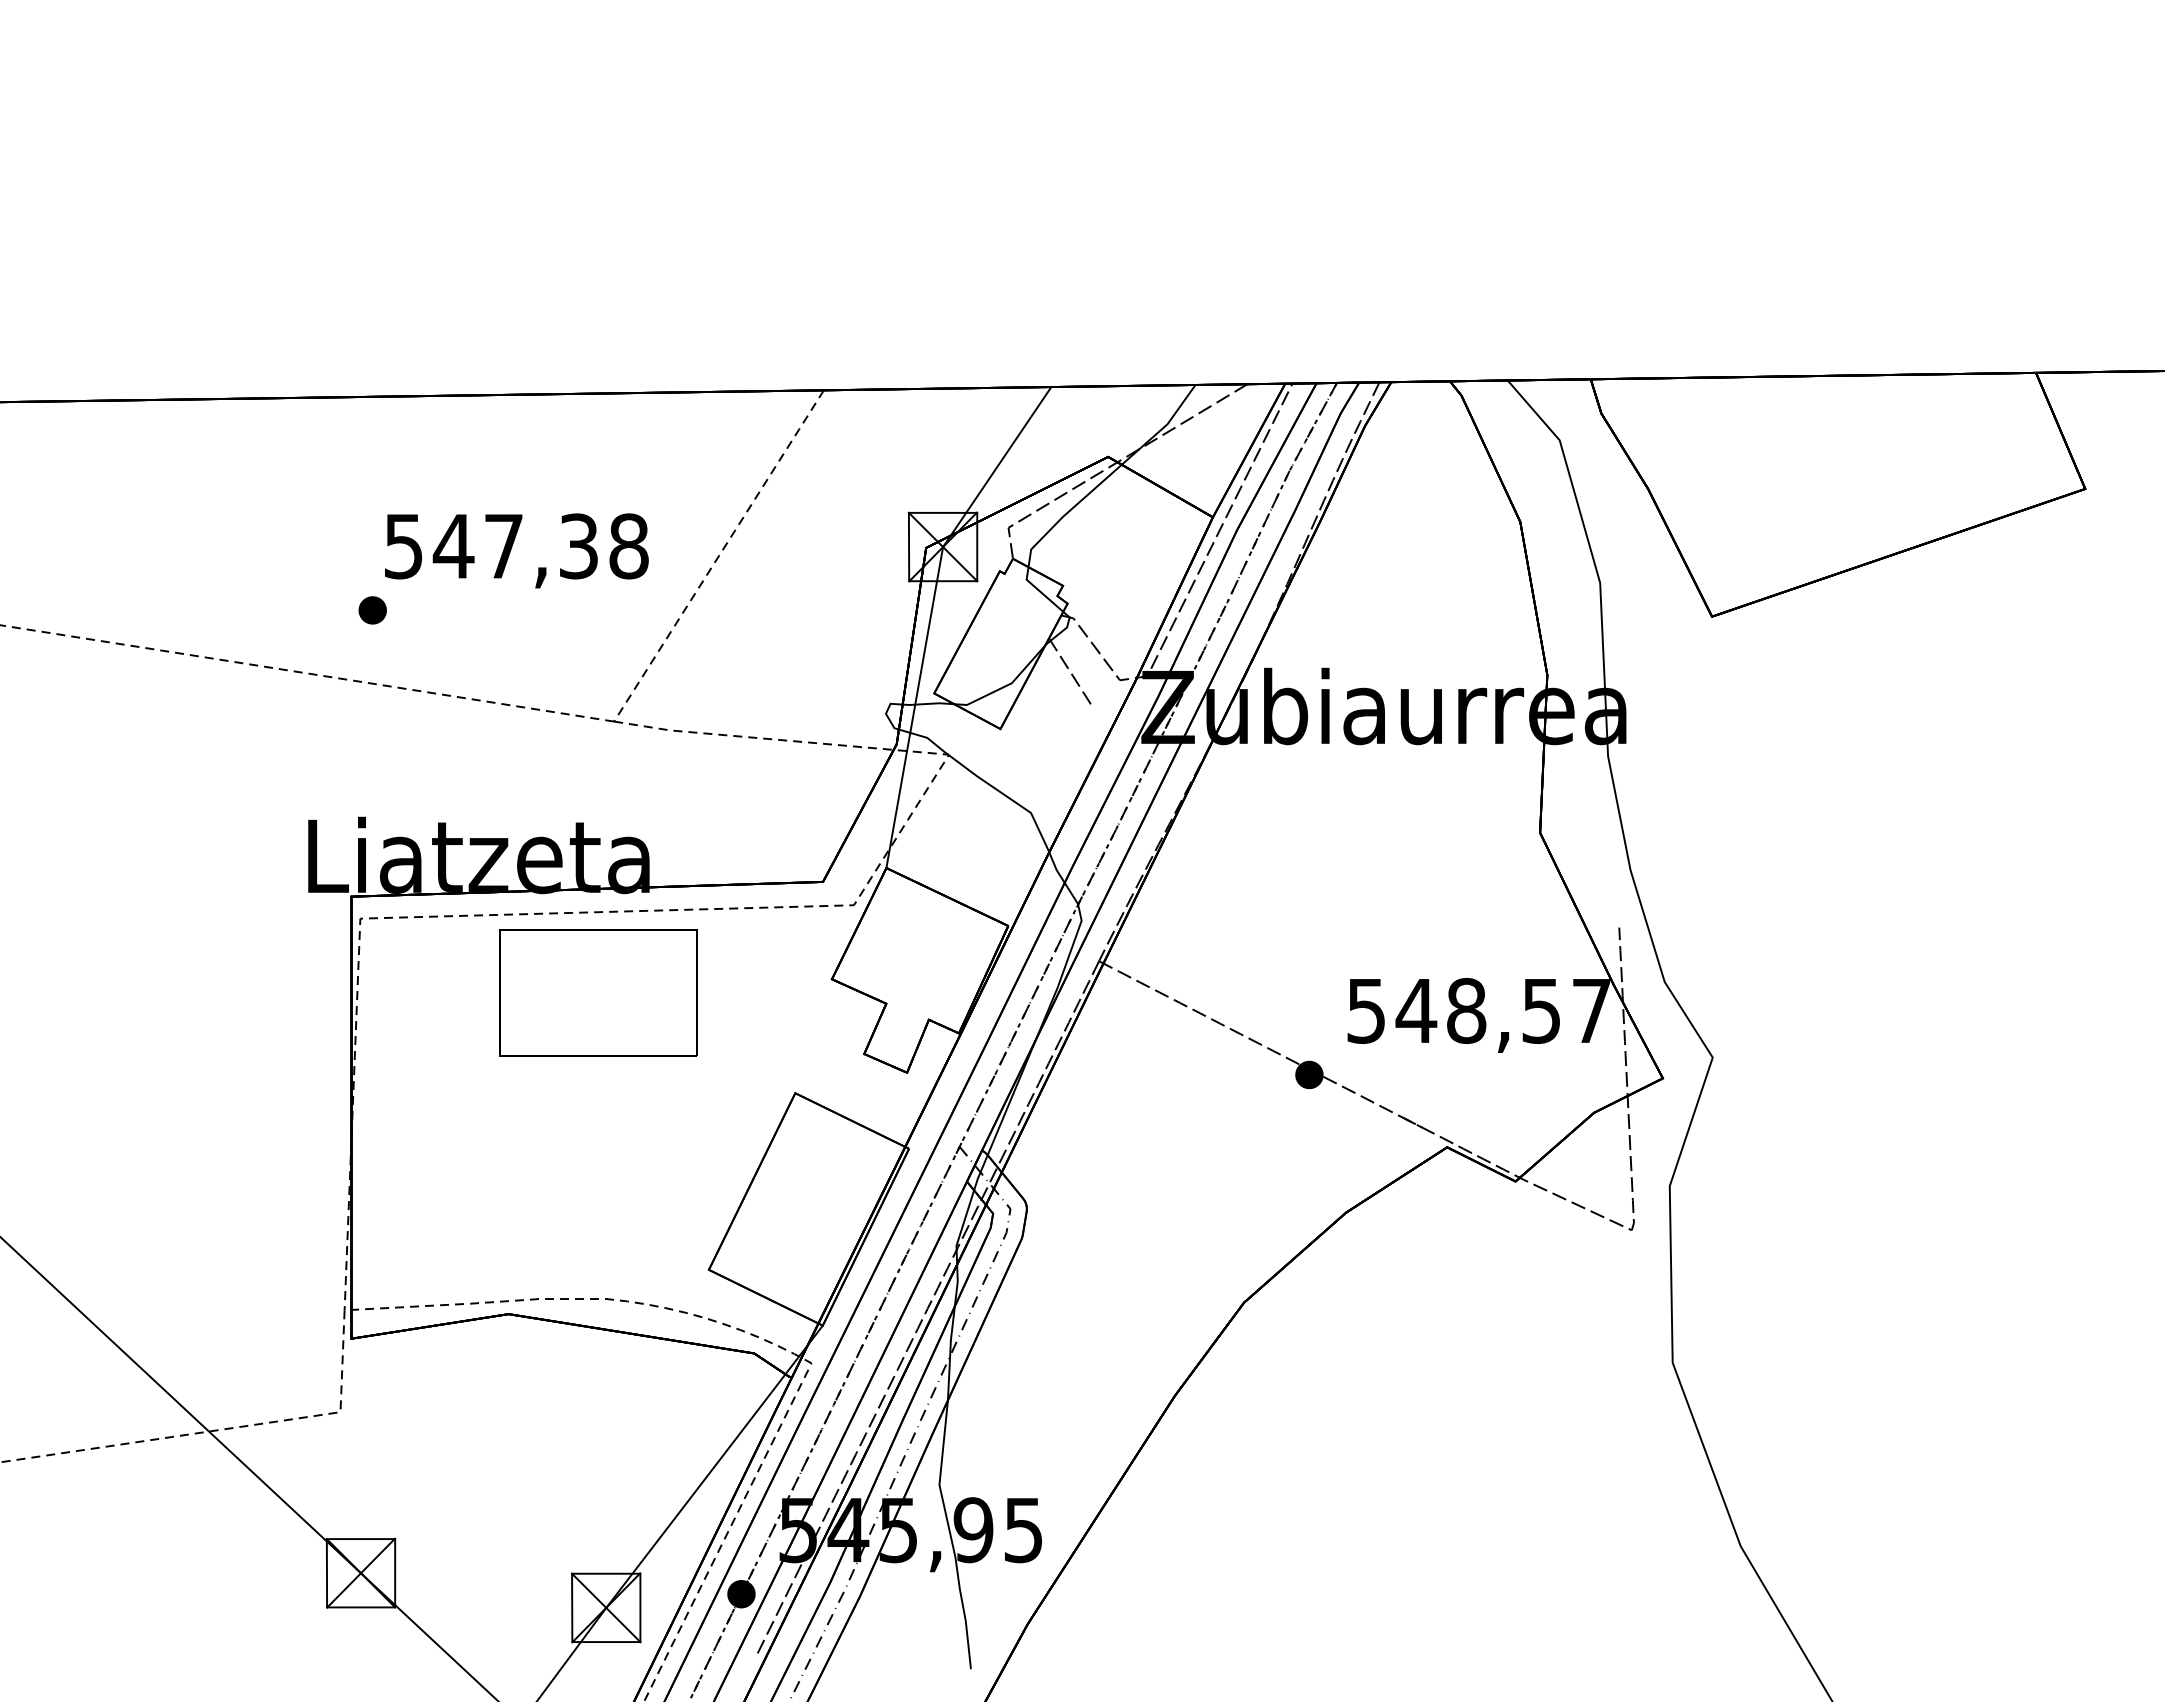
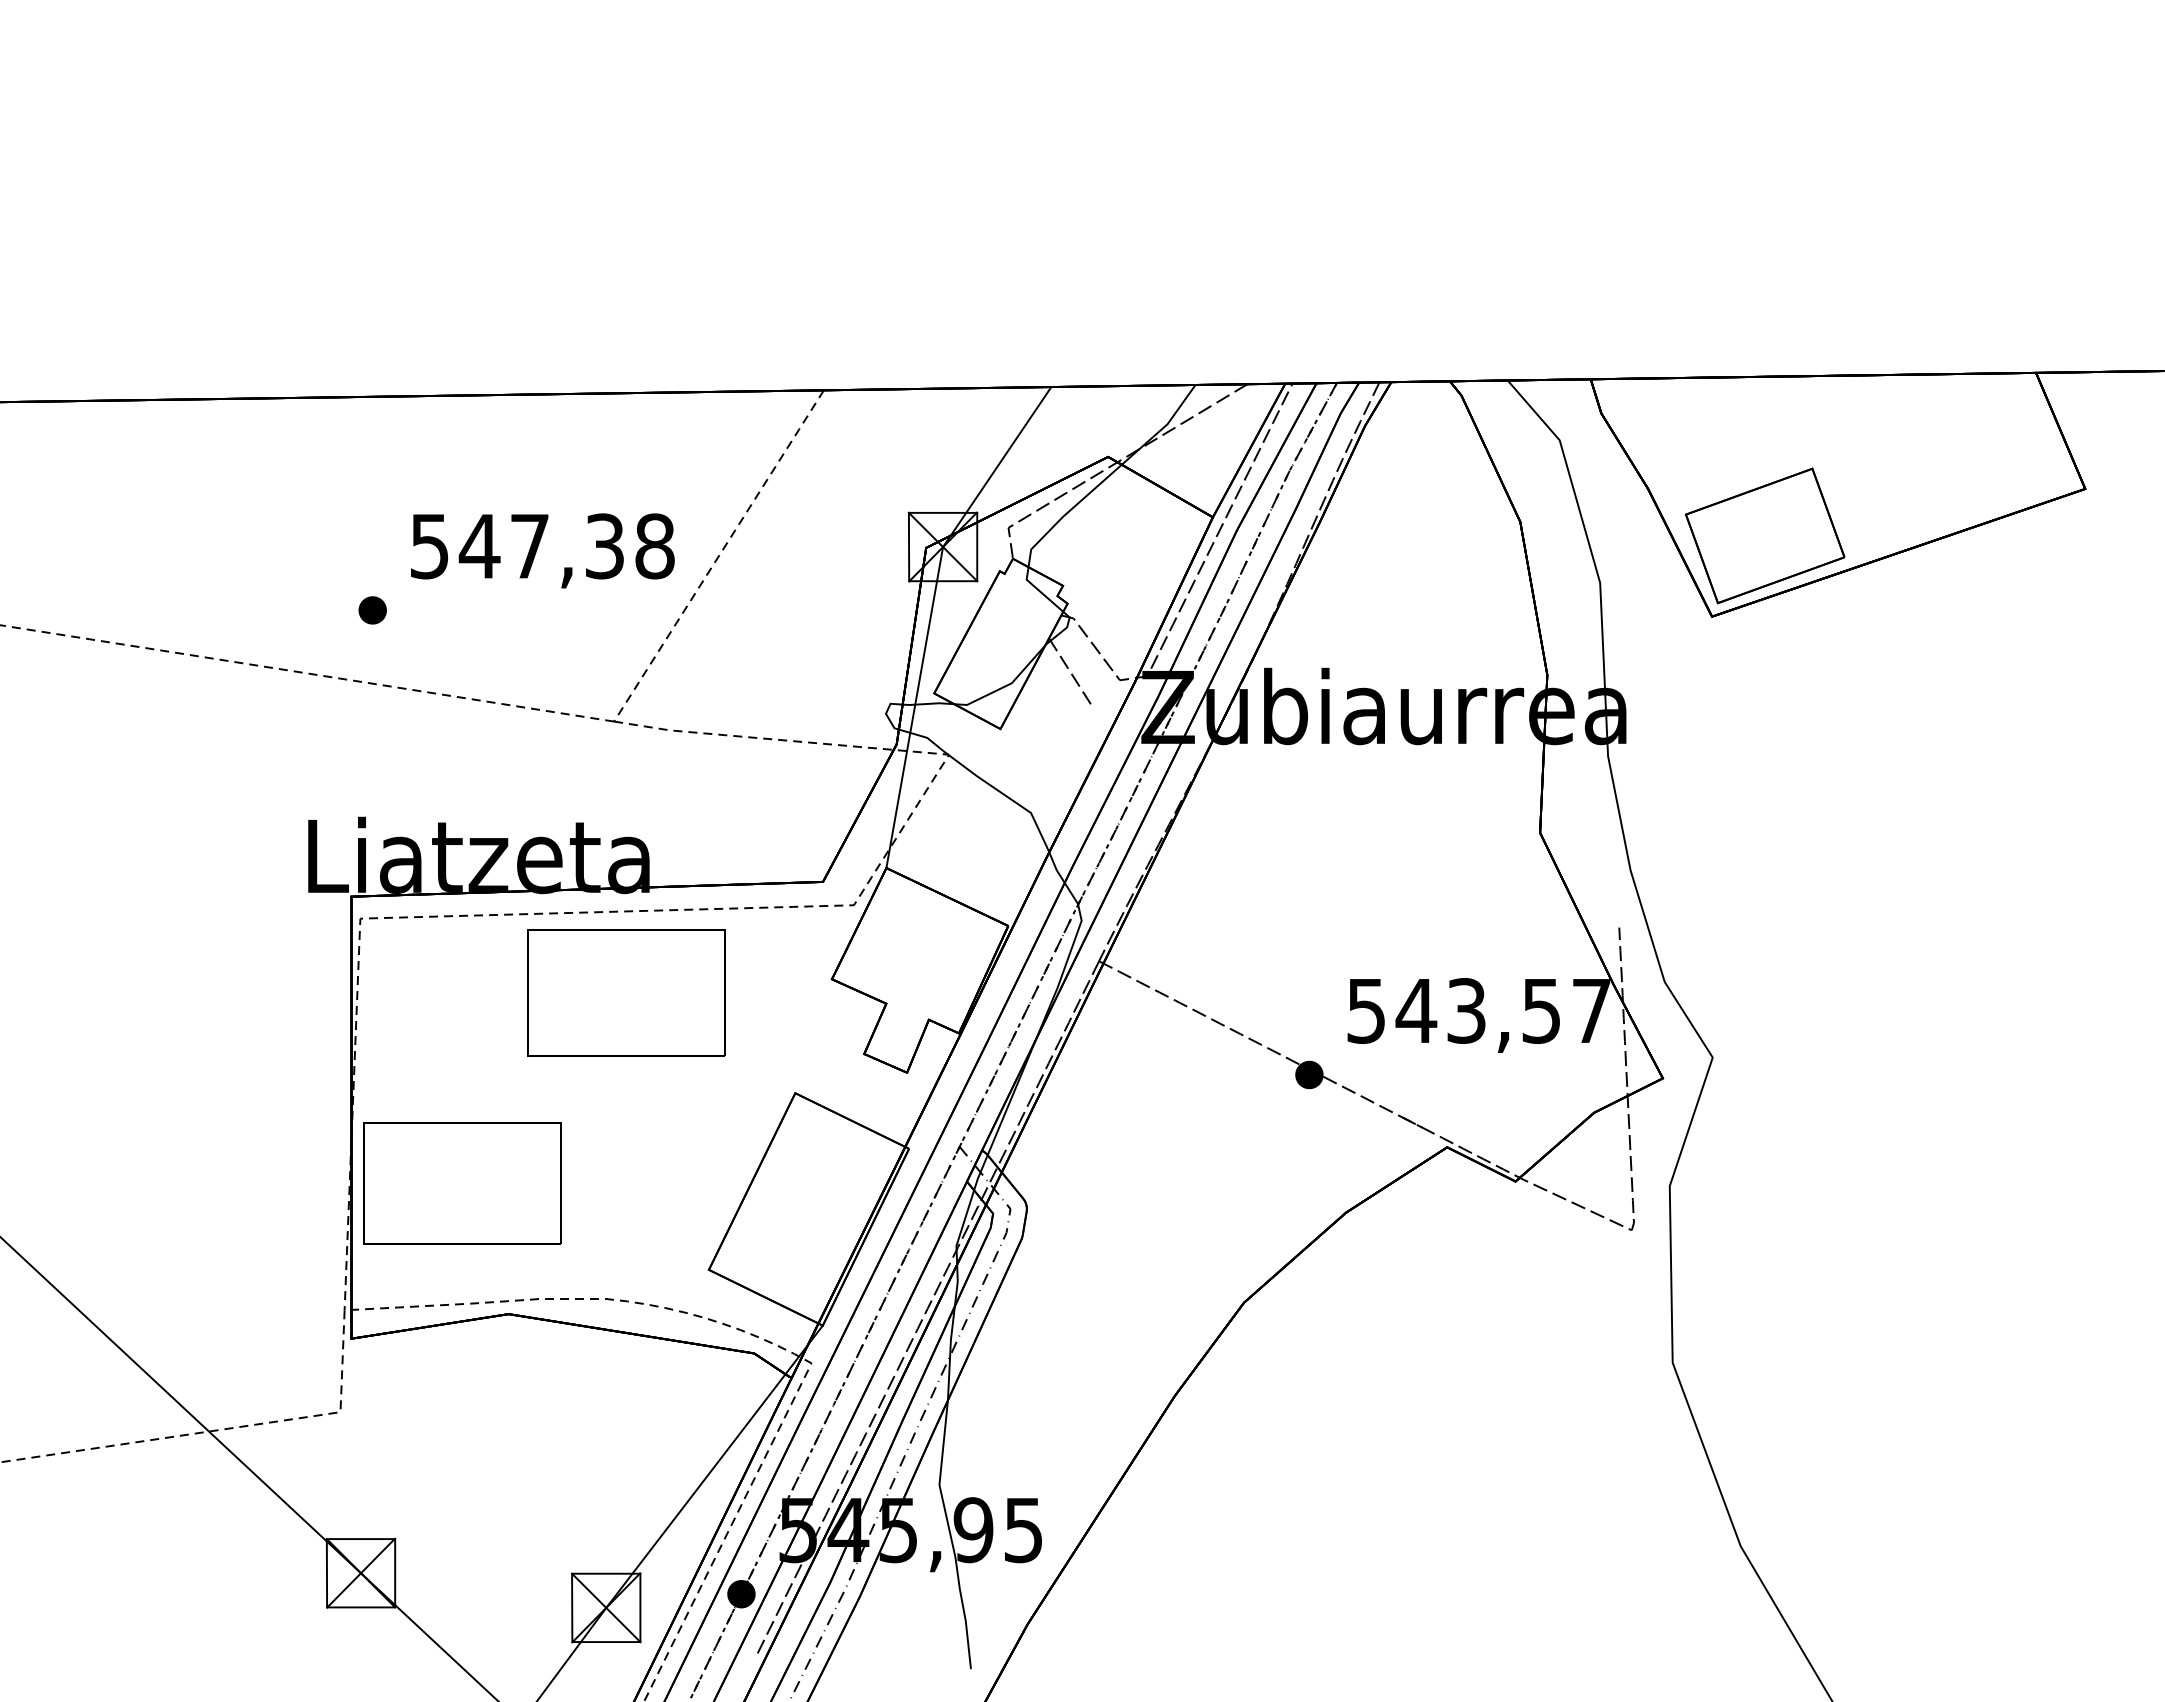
part at (1764, 535): none -> present
text at (516, 550) position: (516, 550) -> (542, 550)
part at (598, 992) position: (598, 992) -> (626, 992)
text at (1466, 1010): 548,57 -> 543,57
part at (462, 1183): none -> present
